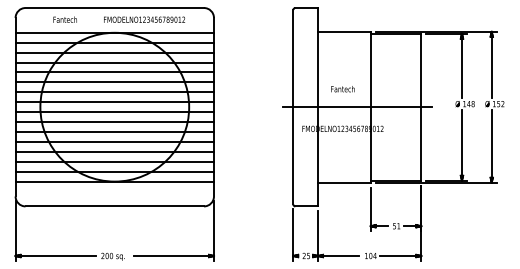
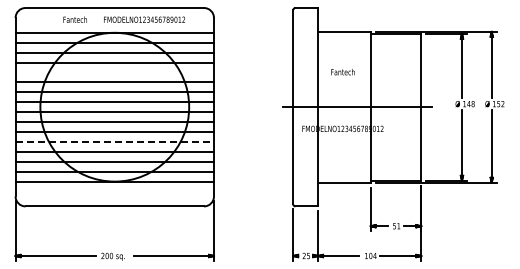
text at (64, 19) position: (64, 19) -> (74, 19)
line at (114, 72): present -> none
text at (342, 89) position: (342, 89) -> (342, 72)
line at (115, 141): solid -> dashed
